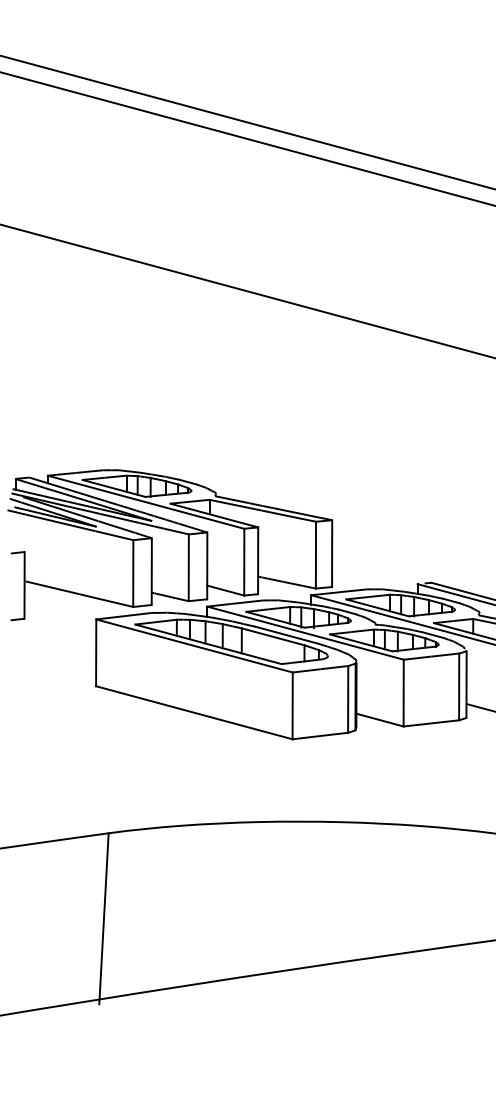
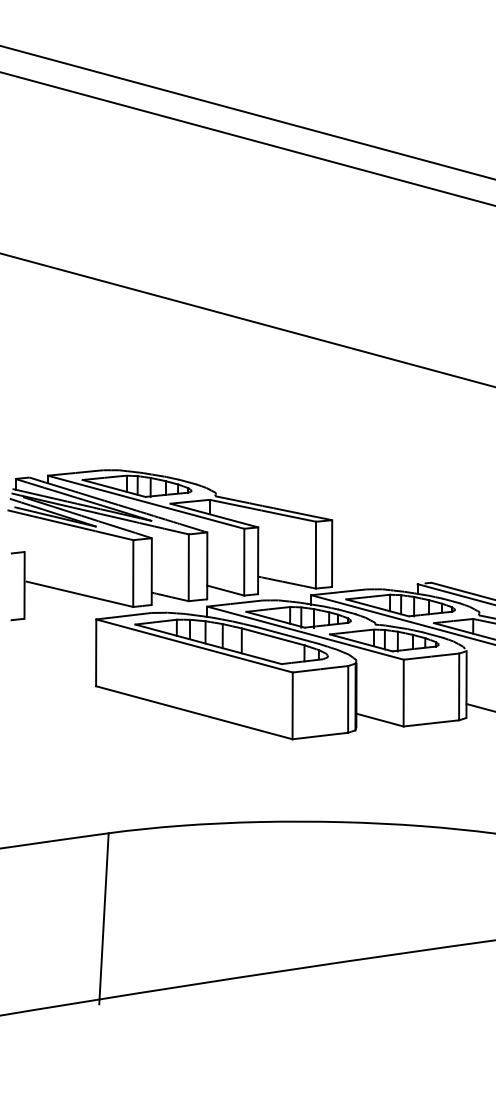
line at (247, 122) position: (247, 122) -> (247, 112)
line at (247, 291) position: (247, 291) -> (247, 320)
